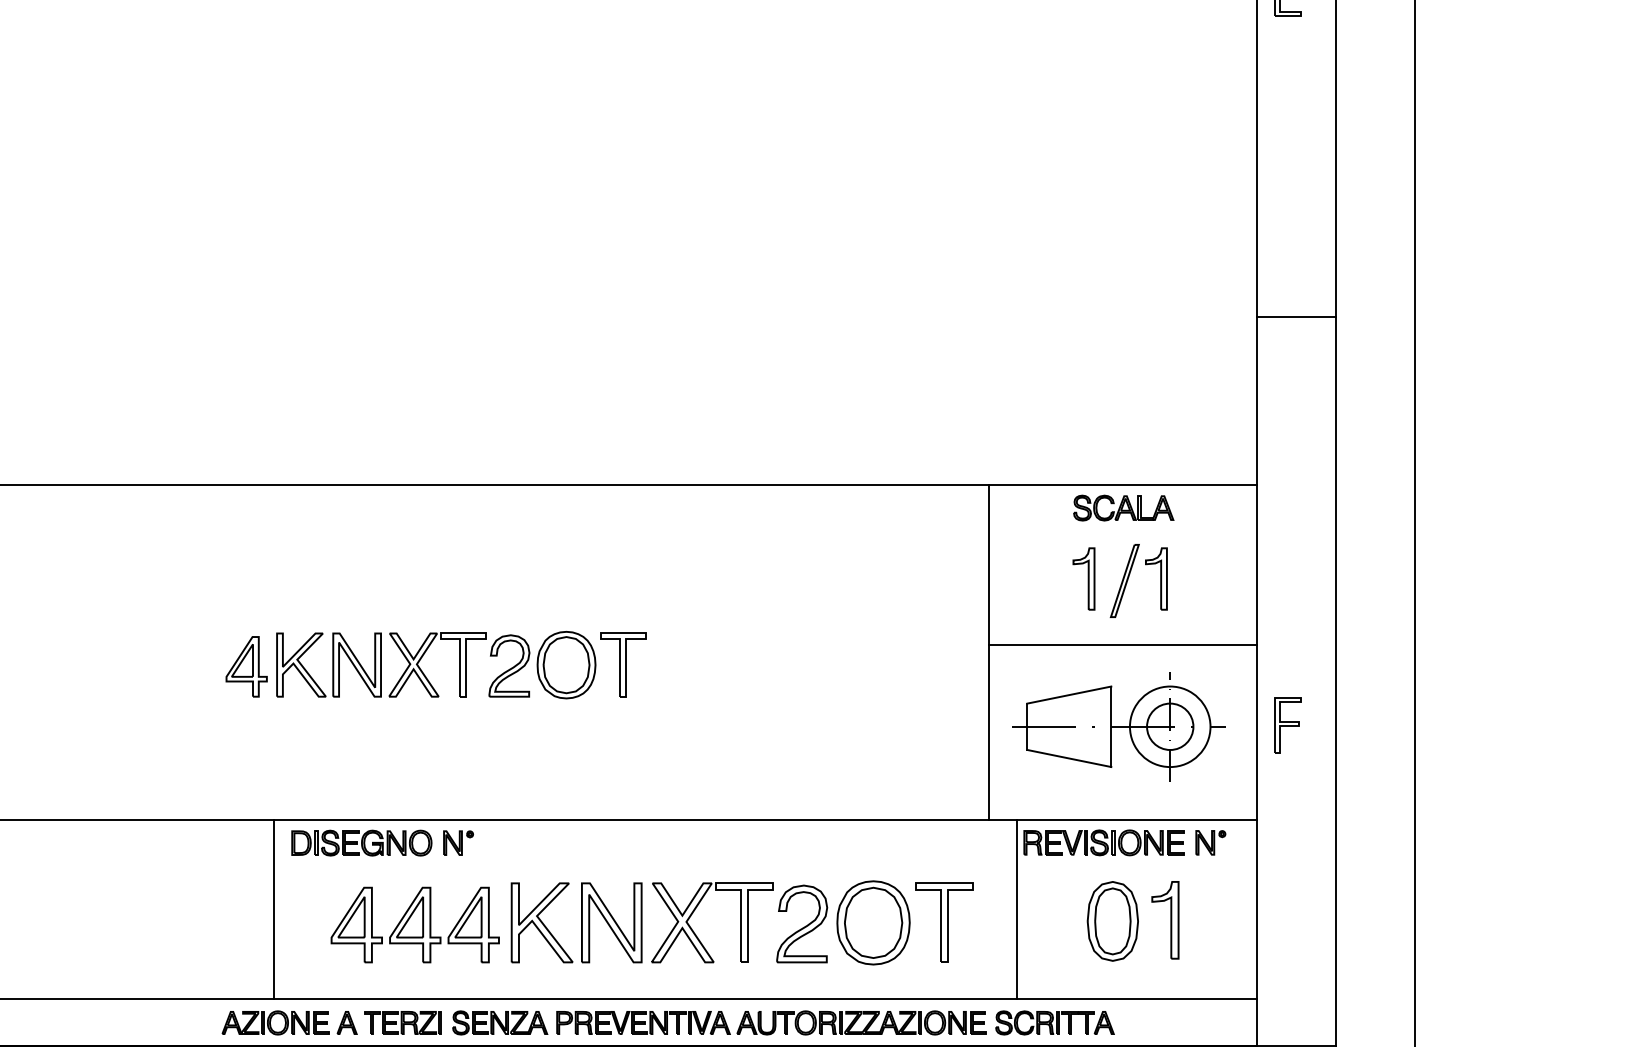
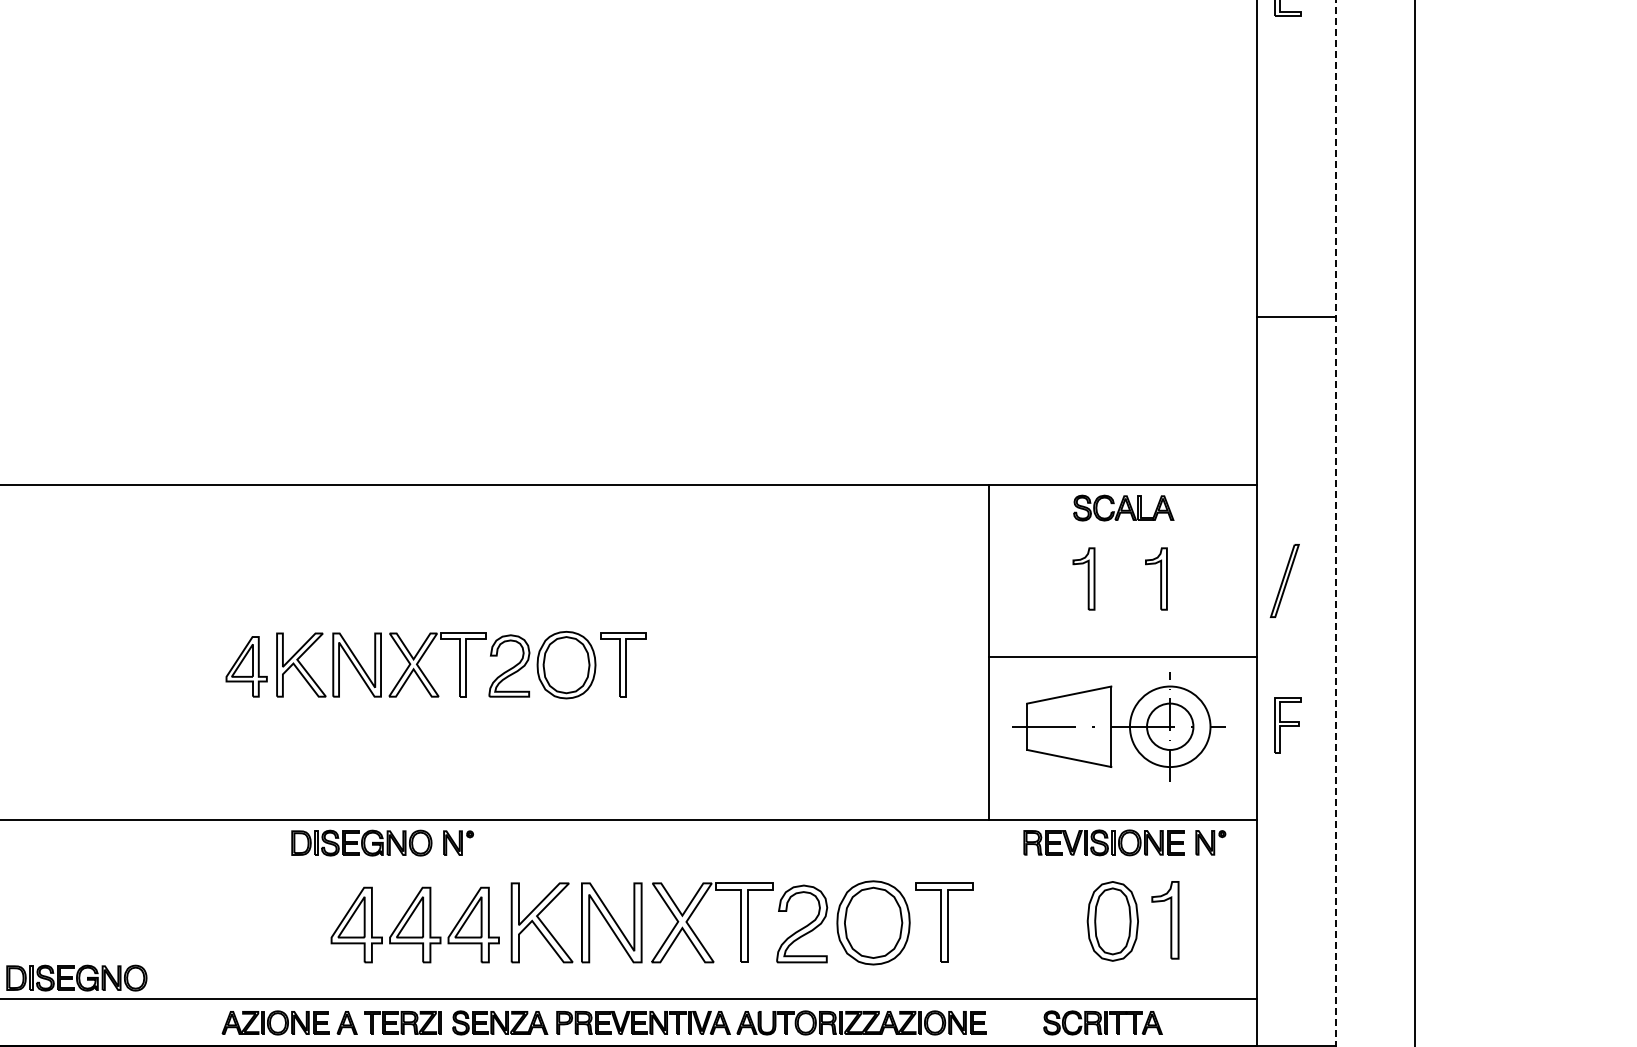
line at (1336, 523): solid -> dashed
part at (1124, 580) position: (1124, 580) -> (1284, 580)
line at (1122, 645) position: (1122, 645) -> (1122, 657)
line at (273, 909): present -> none
line at (1016, 909): present -> none
part at (76, 977): none -> present
part at (1054, 1022) position: (1054, 1022) -> (1102, 1022)
